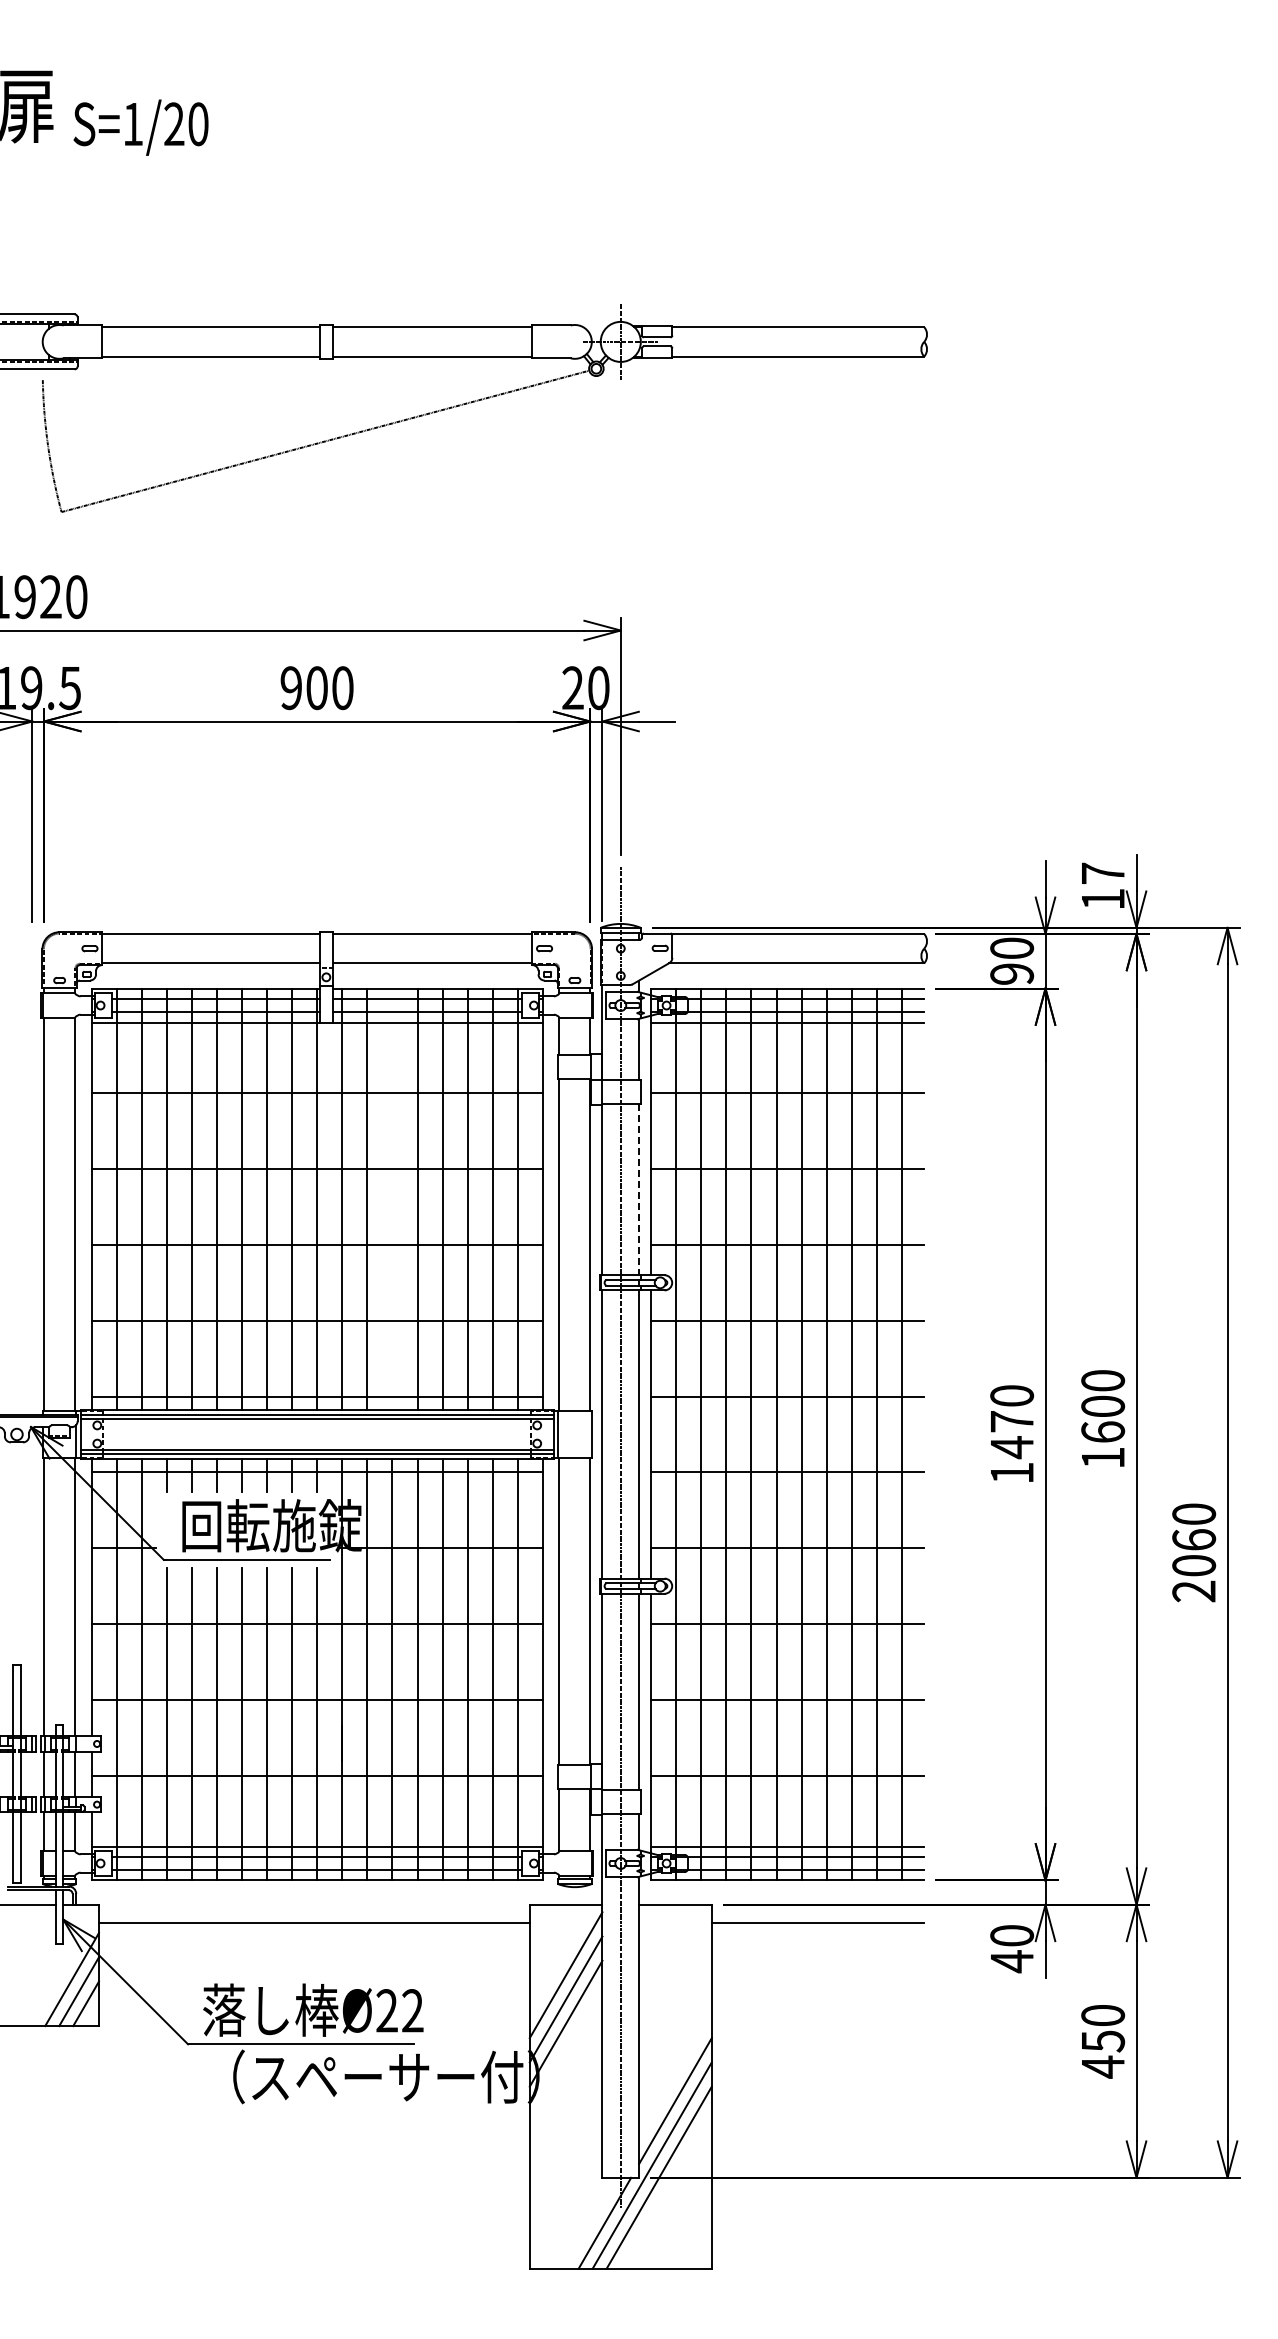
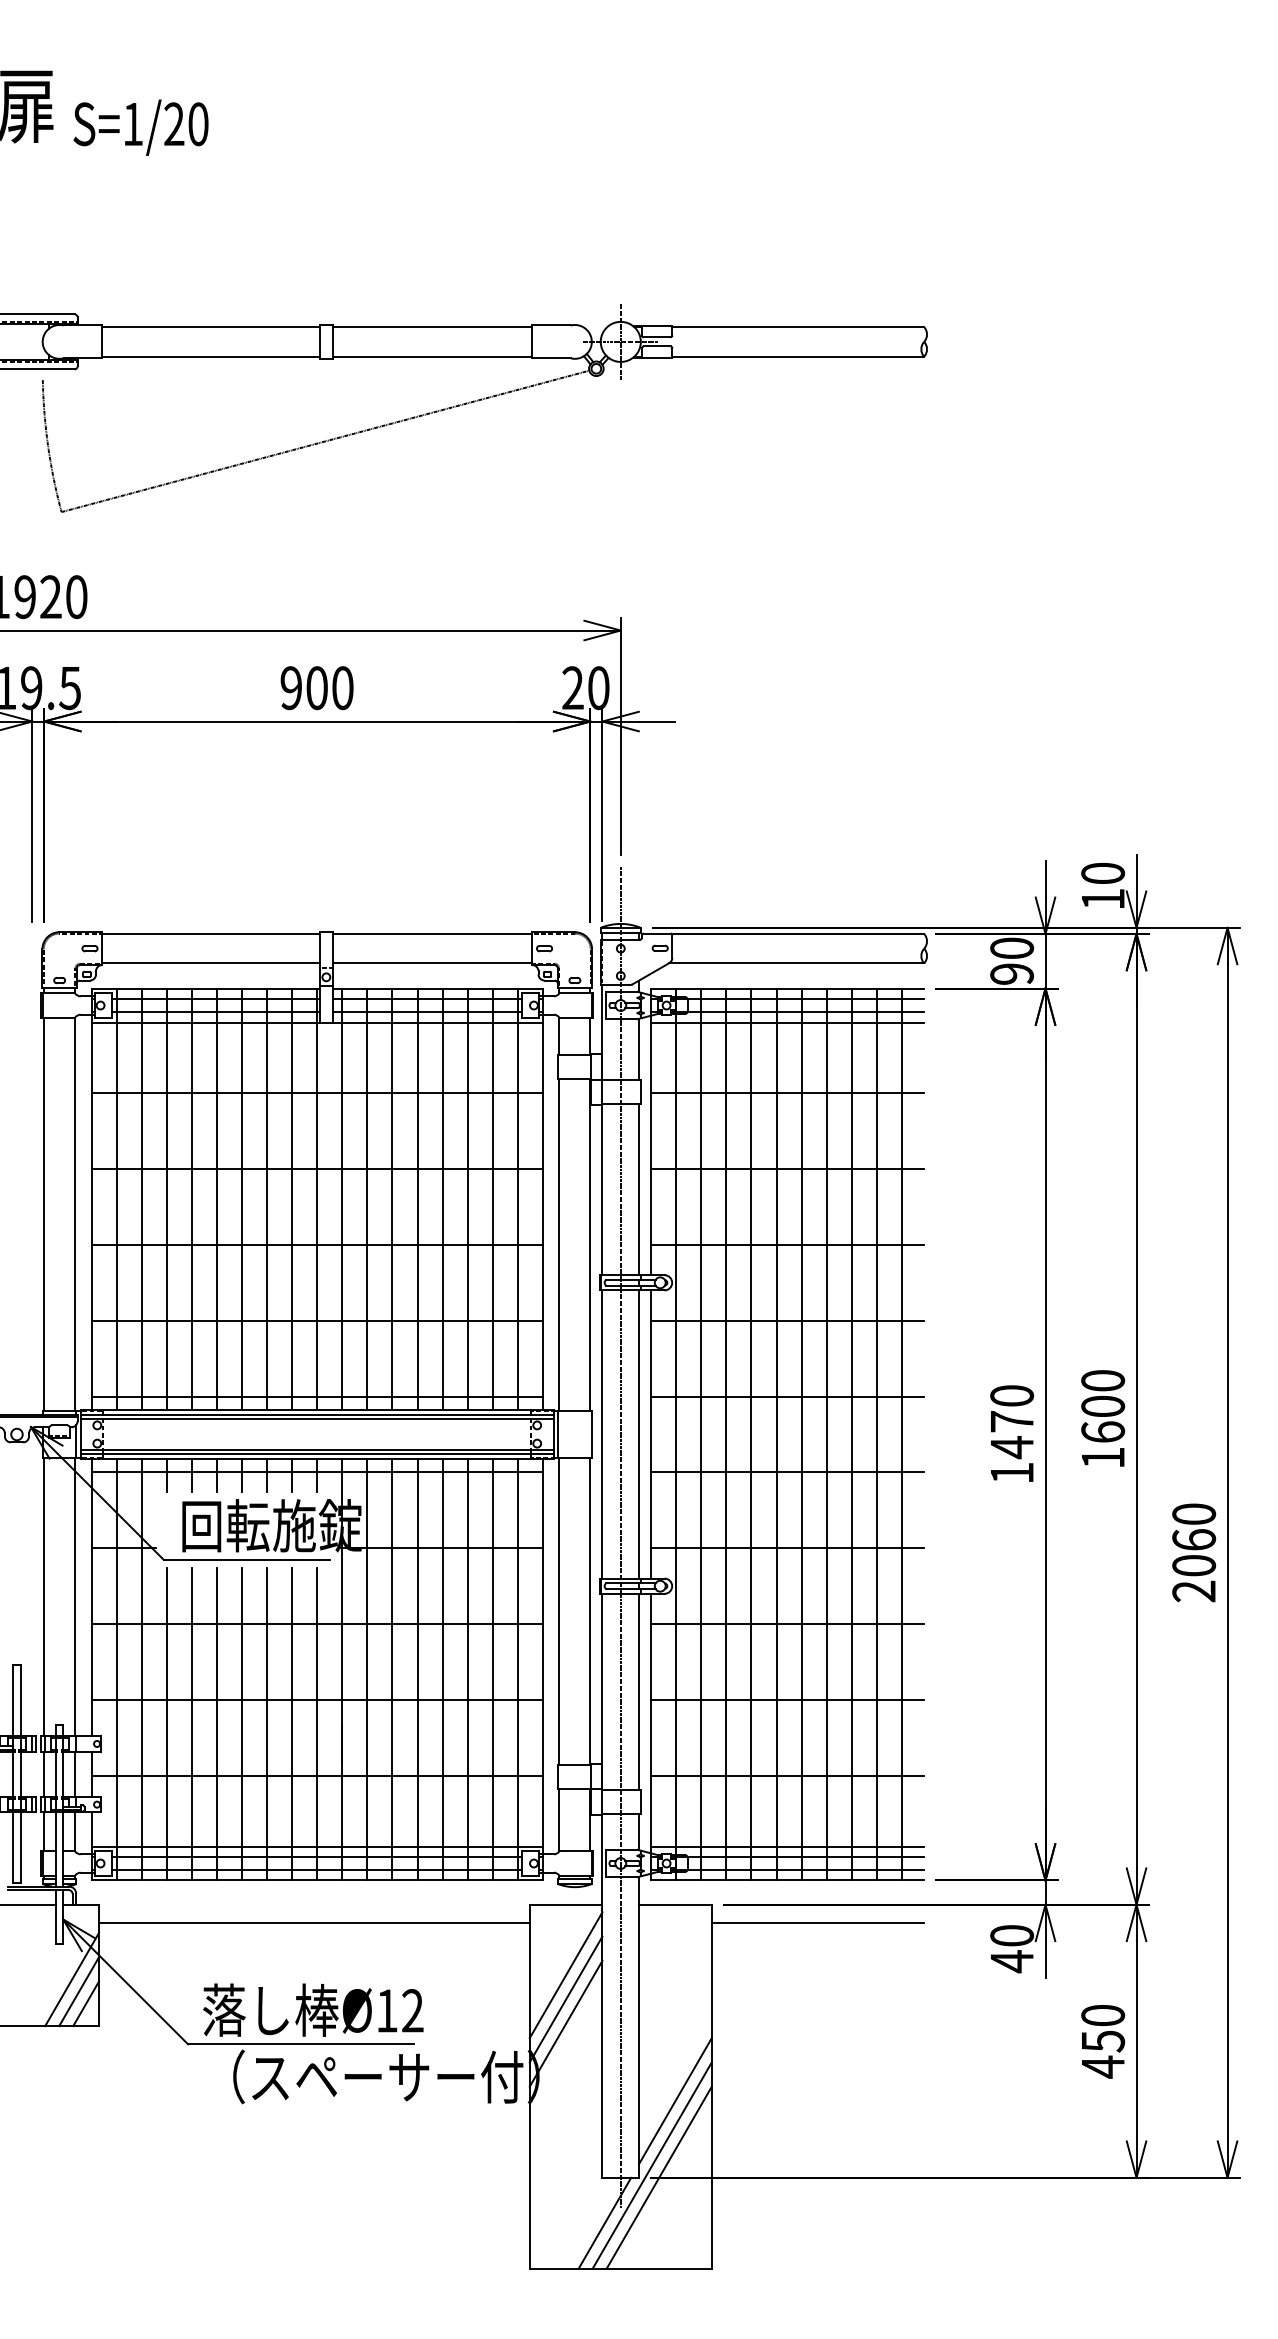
text at (1103, 872): 17 -> 10
line at (639, 1190): dashed -> solid
line at (392, 1199): none -> present
text at (386, 2010): Ø22 -> Ø12
